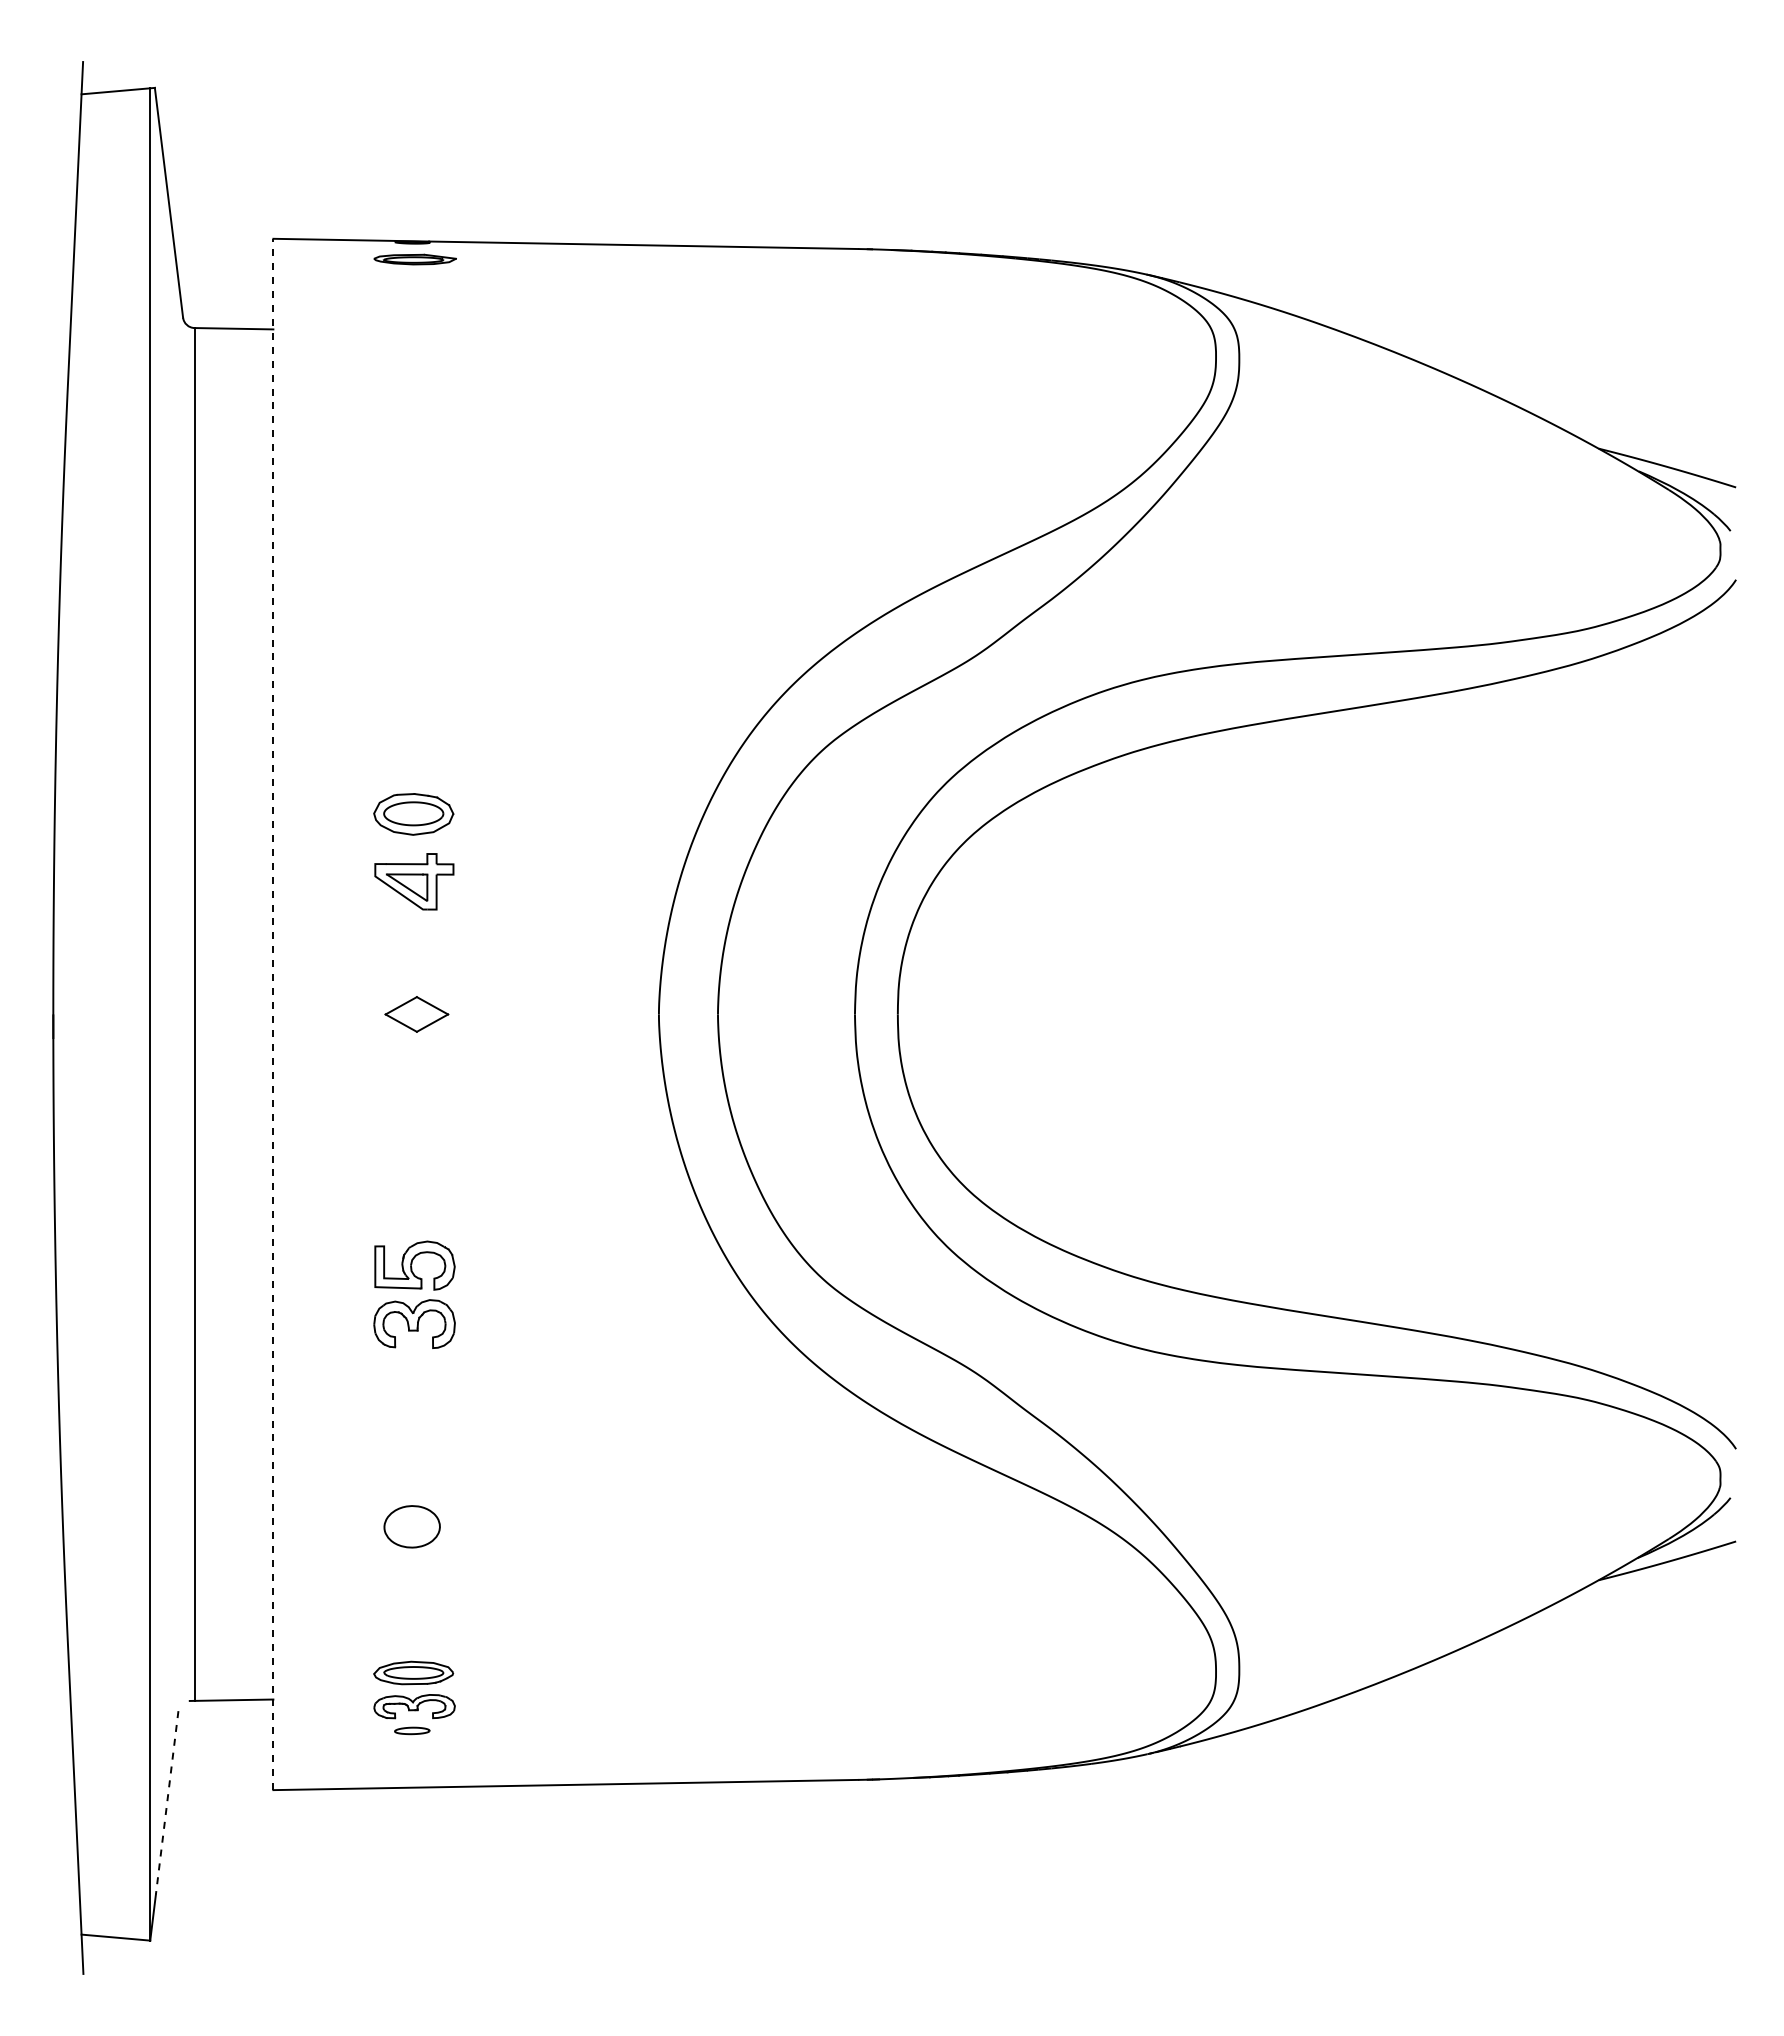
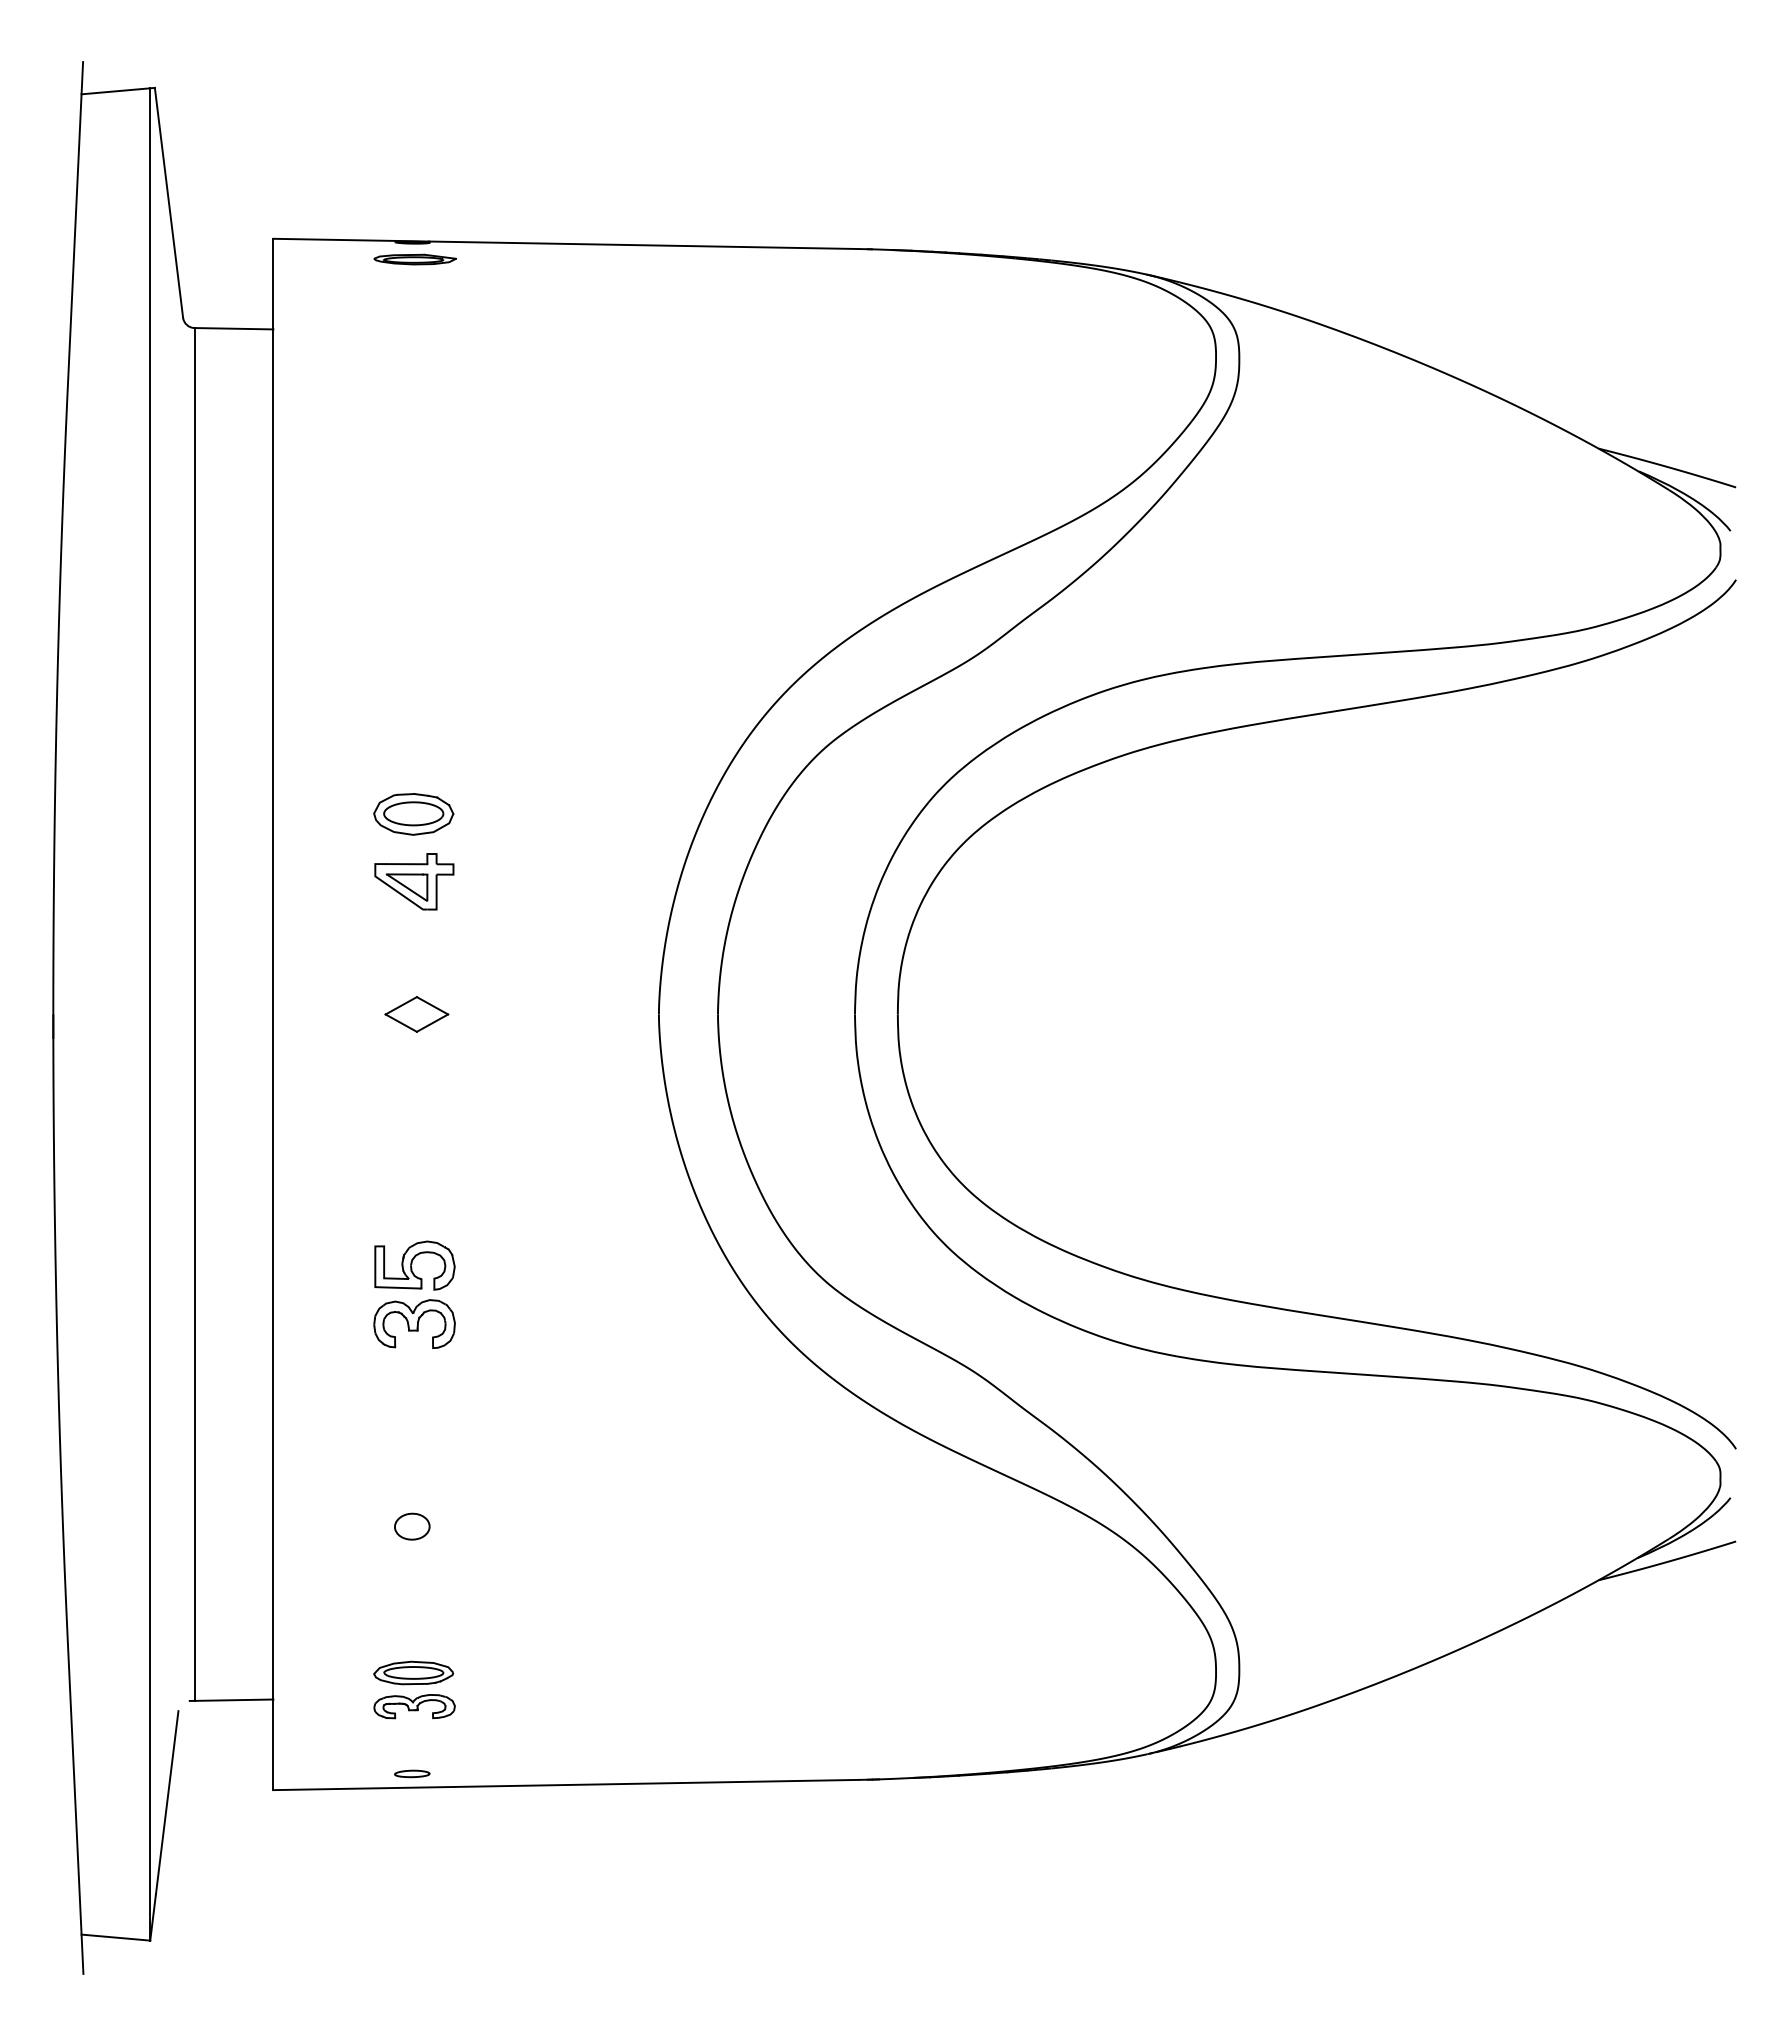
line at (273, 1014): dashed -> solid
part at (411, 1526) size: 58x44 px -> 37x29 px
part at (412, 1730) position: (412, 1730) -> (412, 1773)
line at (167, 1803): dashed -> solid
